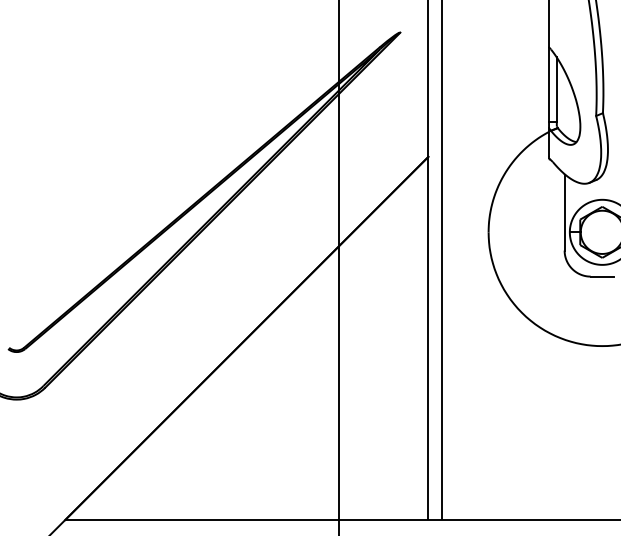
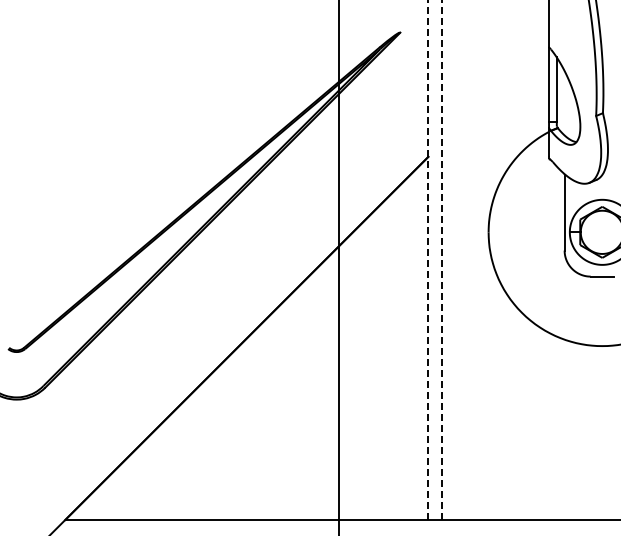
line at (428, 260): solid -> dashed
line at (441, 260): solid -> dashed
